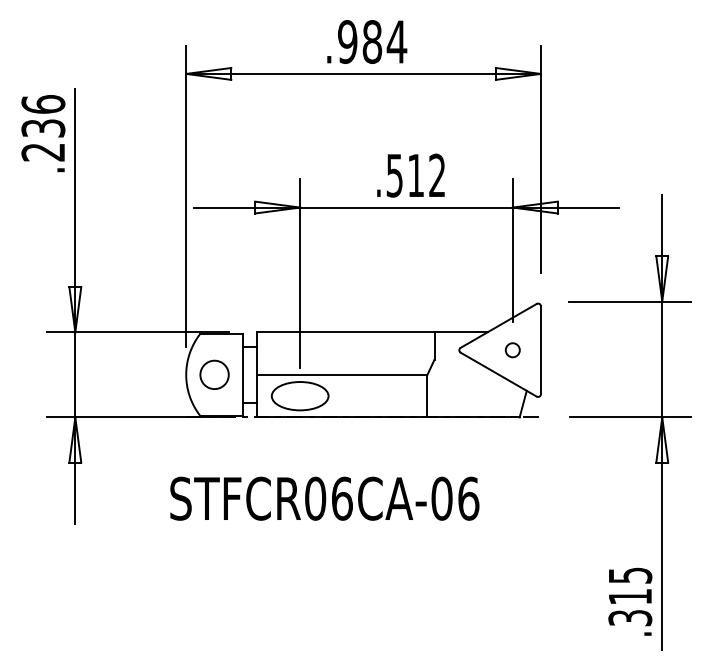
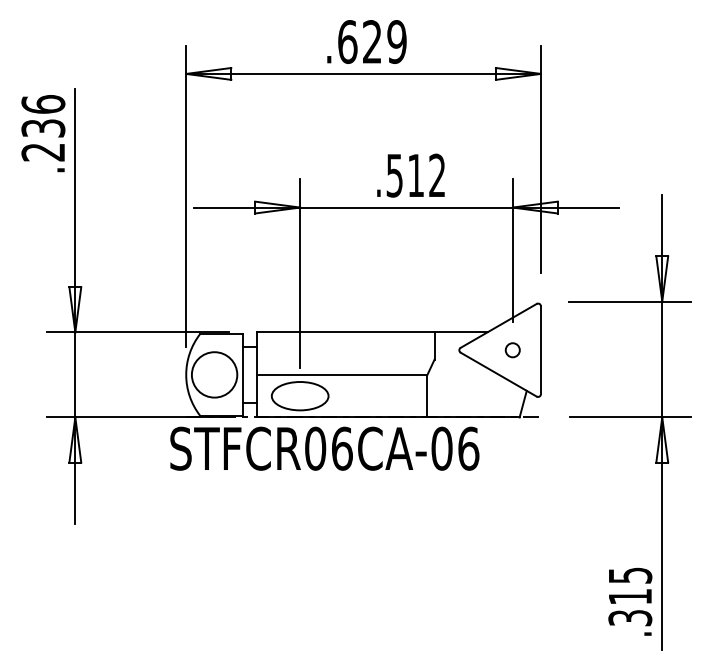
text at (372, 41): .984 -> .629
circle at (214, 374) diameter: 28 px -> 45 px
text at (324, 498) position: (324, 498) -> (324, 448)
